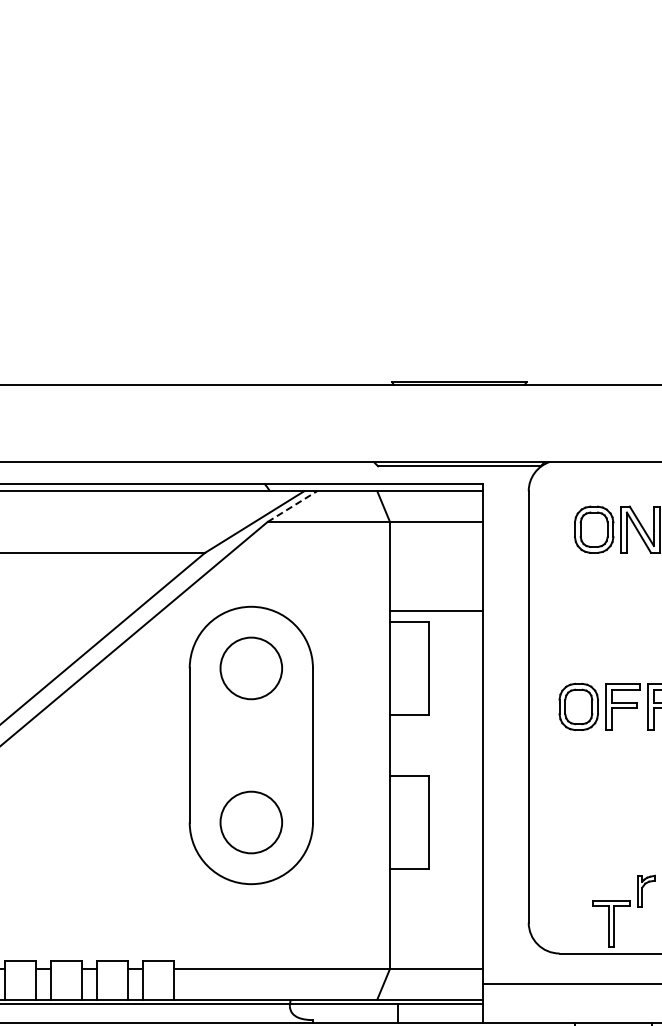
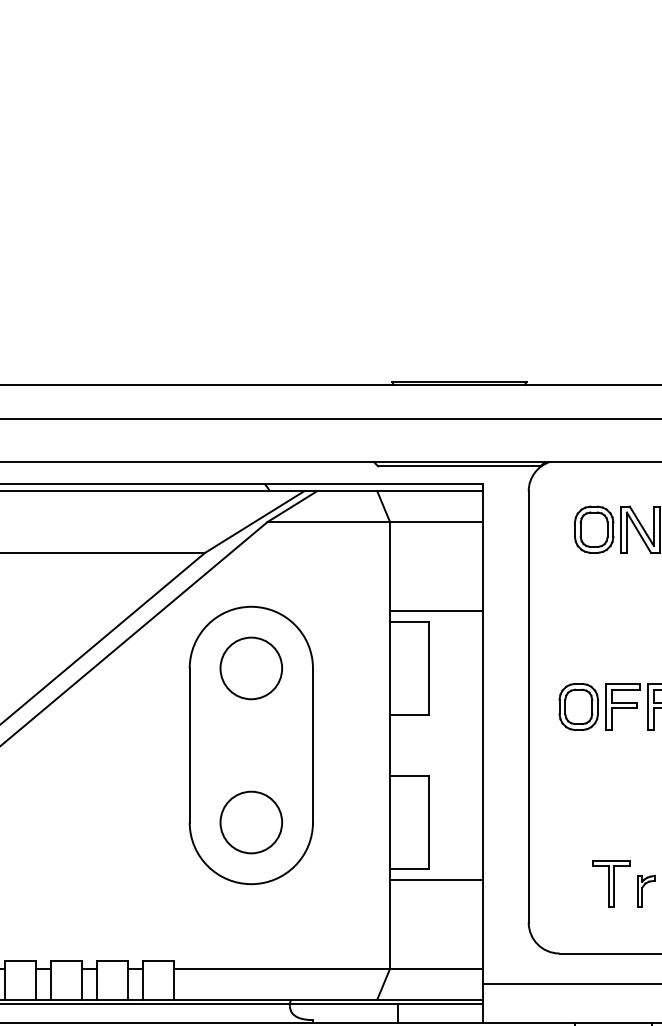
line at (330, 418): none -> present
line at (292, 506): dashed -> solid
line at (436, 880): none -> present
part at (611, 923) position: (611, 923) -> (611, 883)
